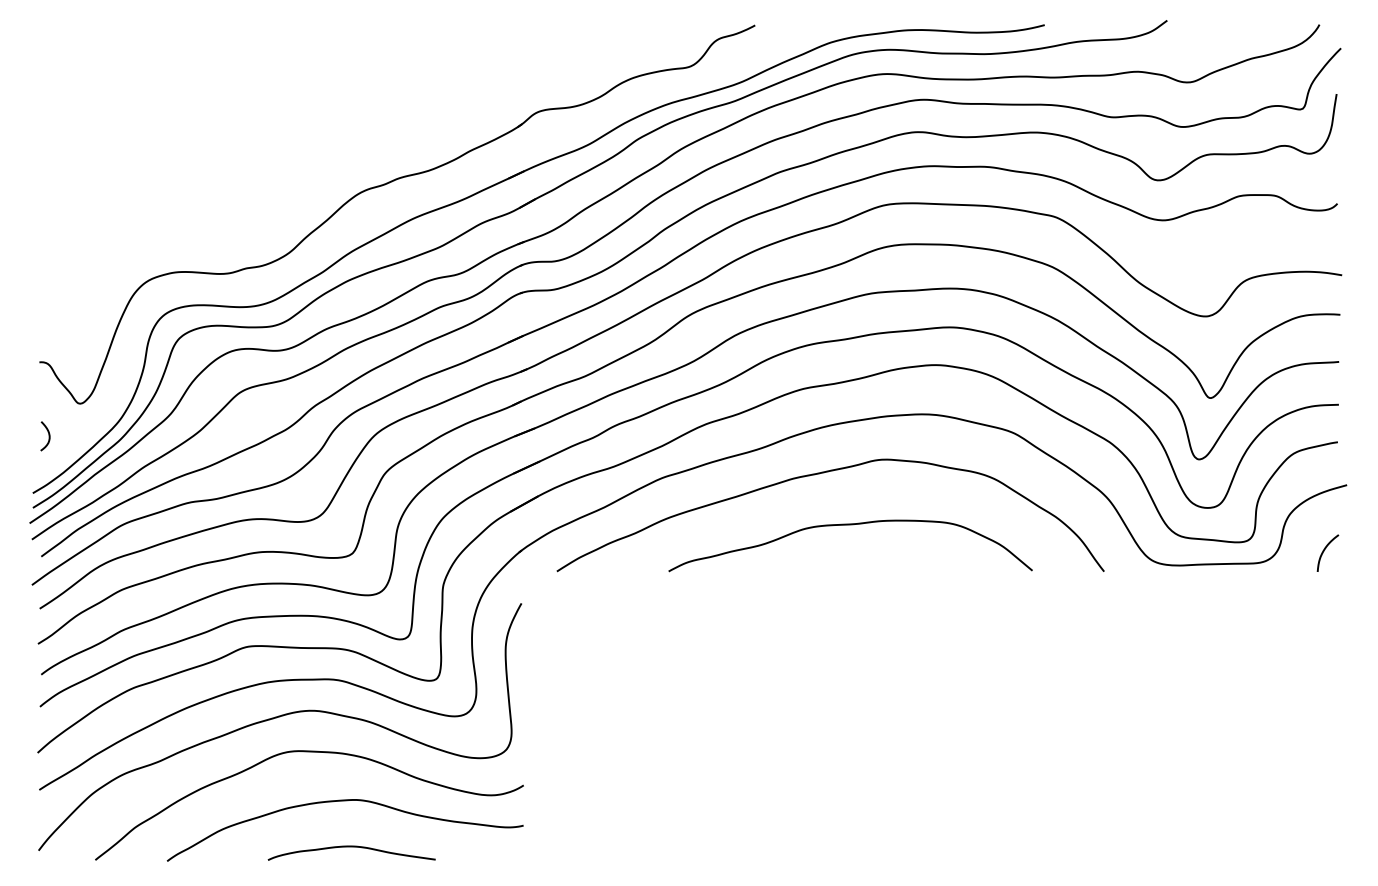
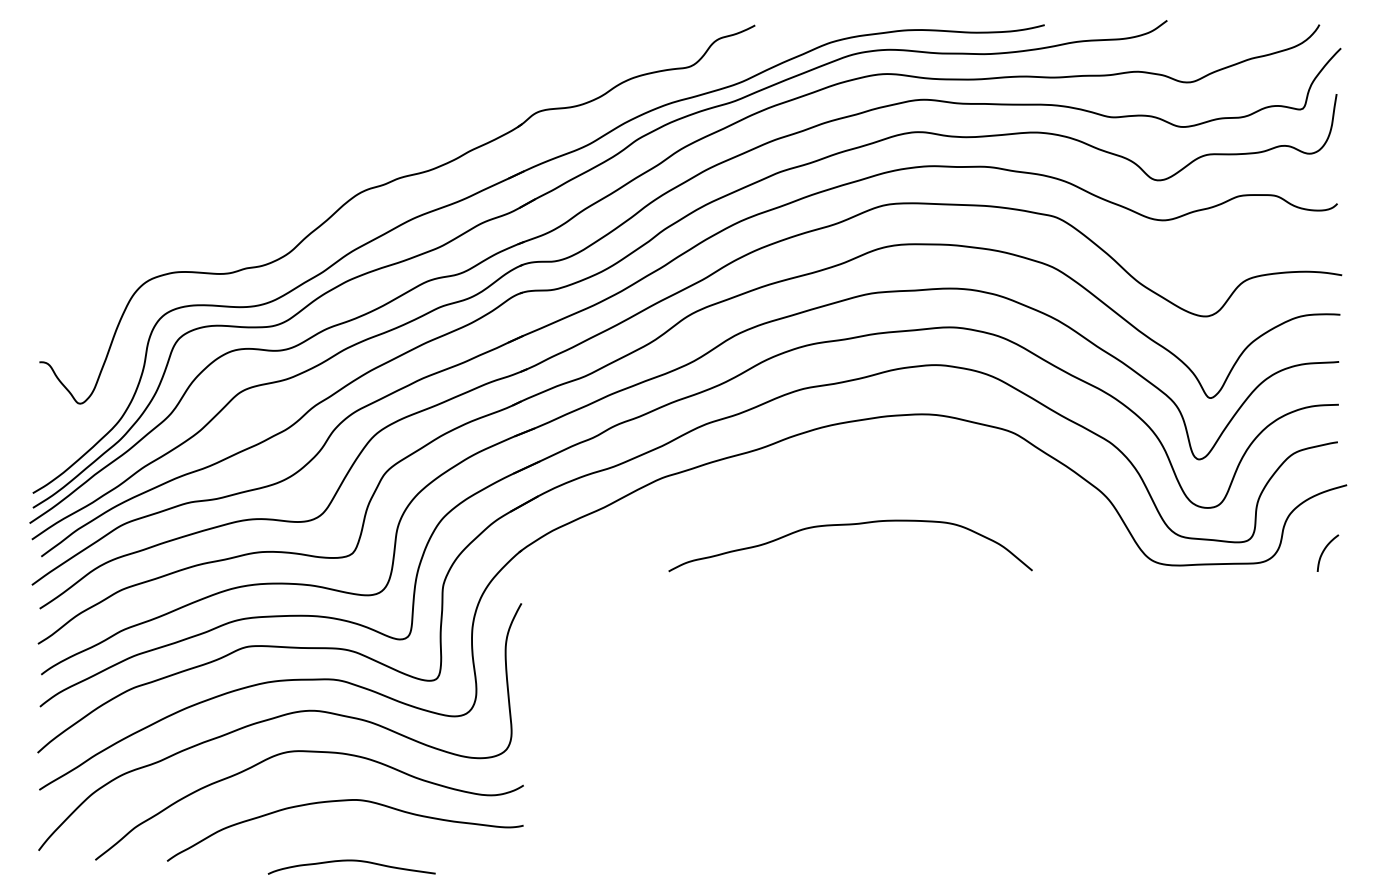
curve at (48, 436): present -> none
curve at (824, 473): present -> none
curve at (351, 847) position: (351, 847) -> (351, 861)
